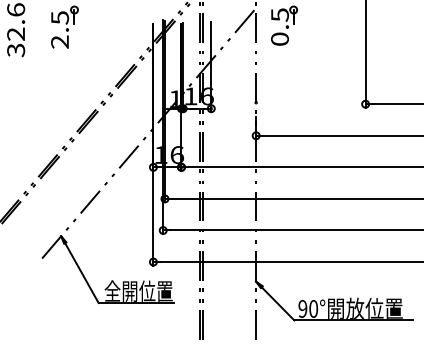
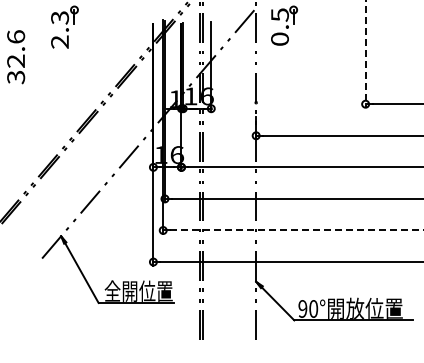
text at (59, 17): 2.5 -> 2.3
text at (16, 30) position: (16, 30) -> (16, 57)
line at (365, 54): solid -> dashed
line at (297, 230): solid -> dashed
